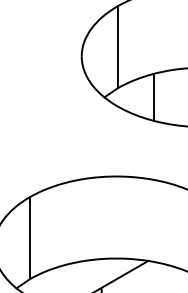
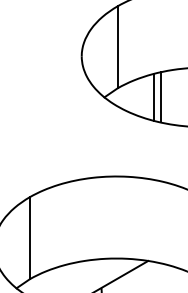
line at (161, 97): none -> present
